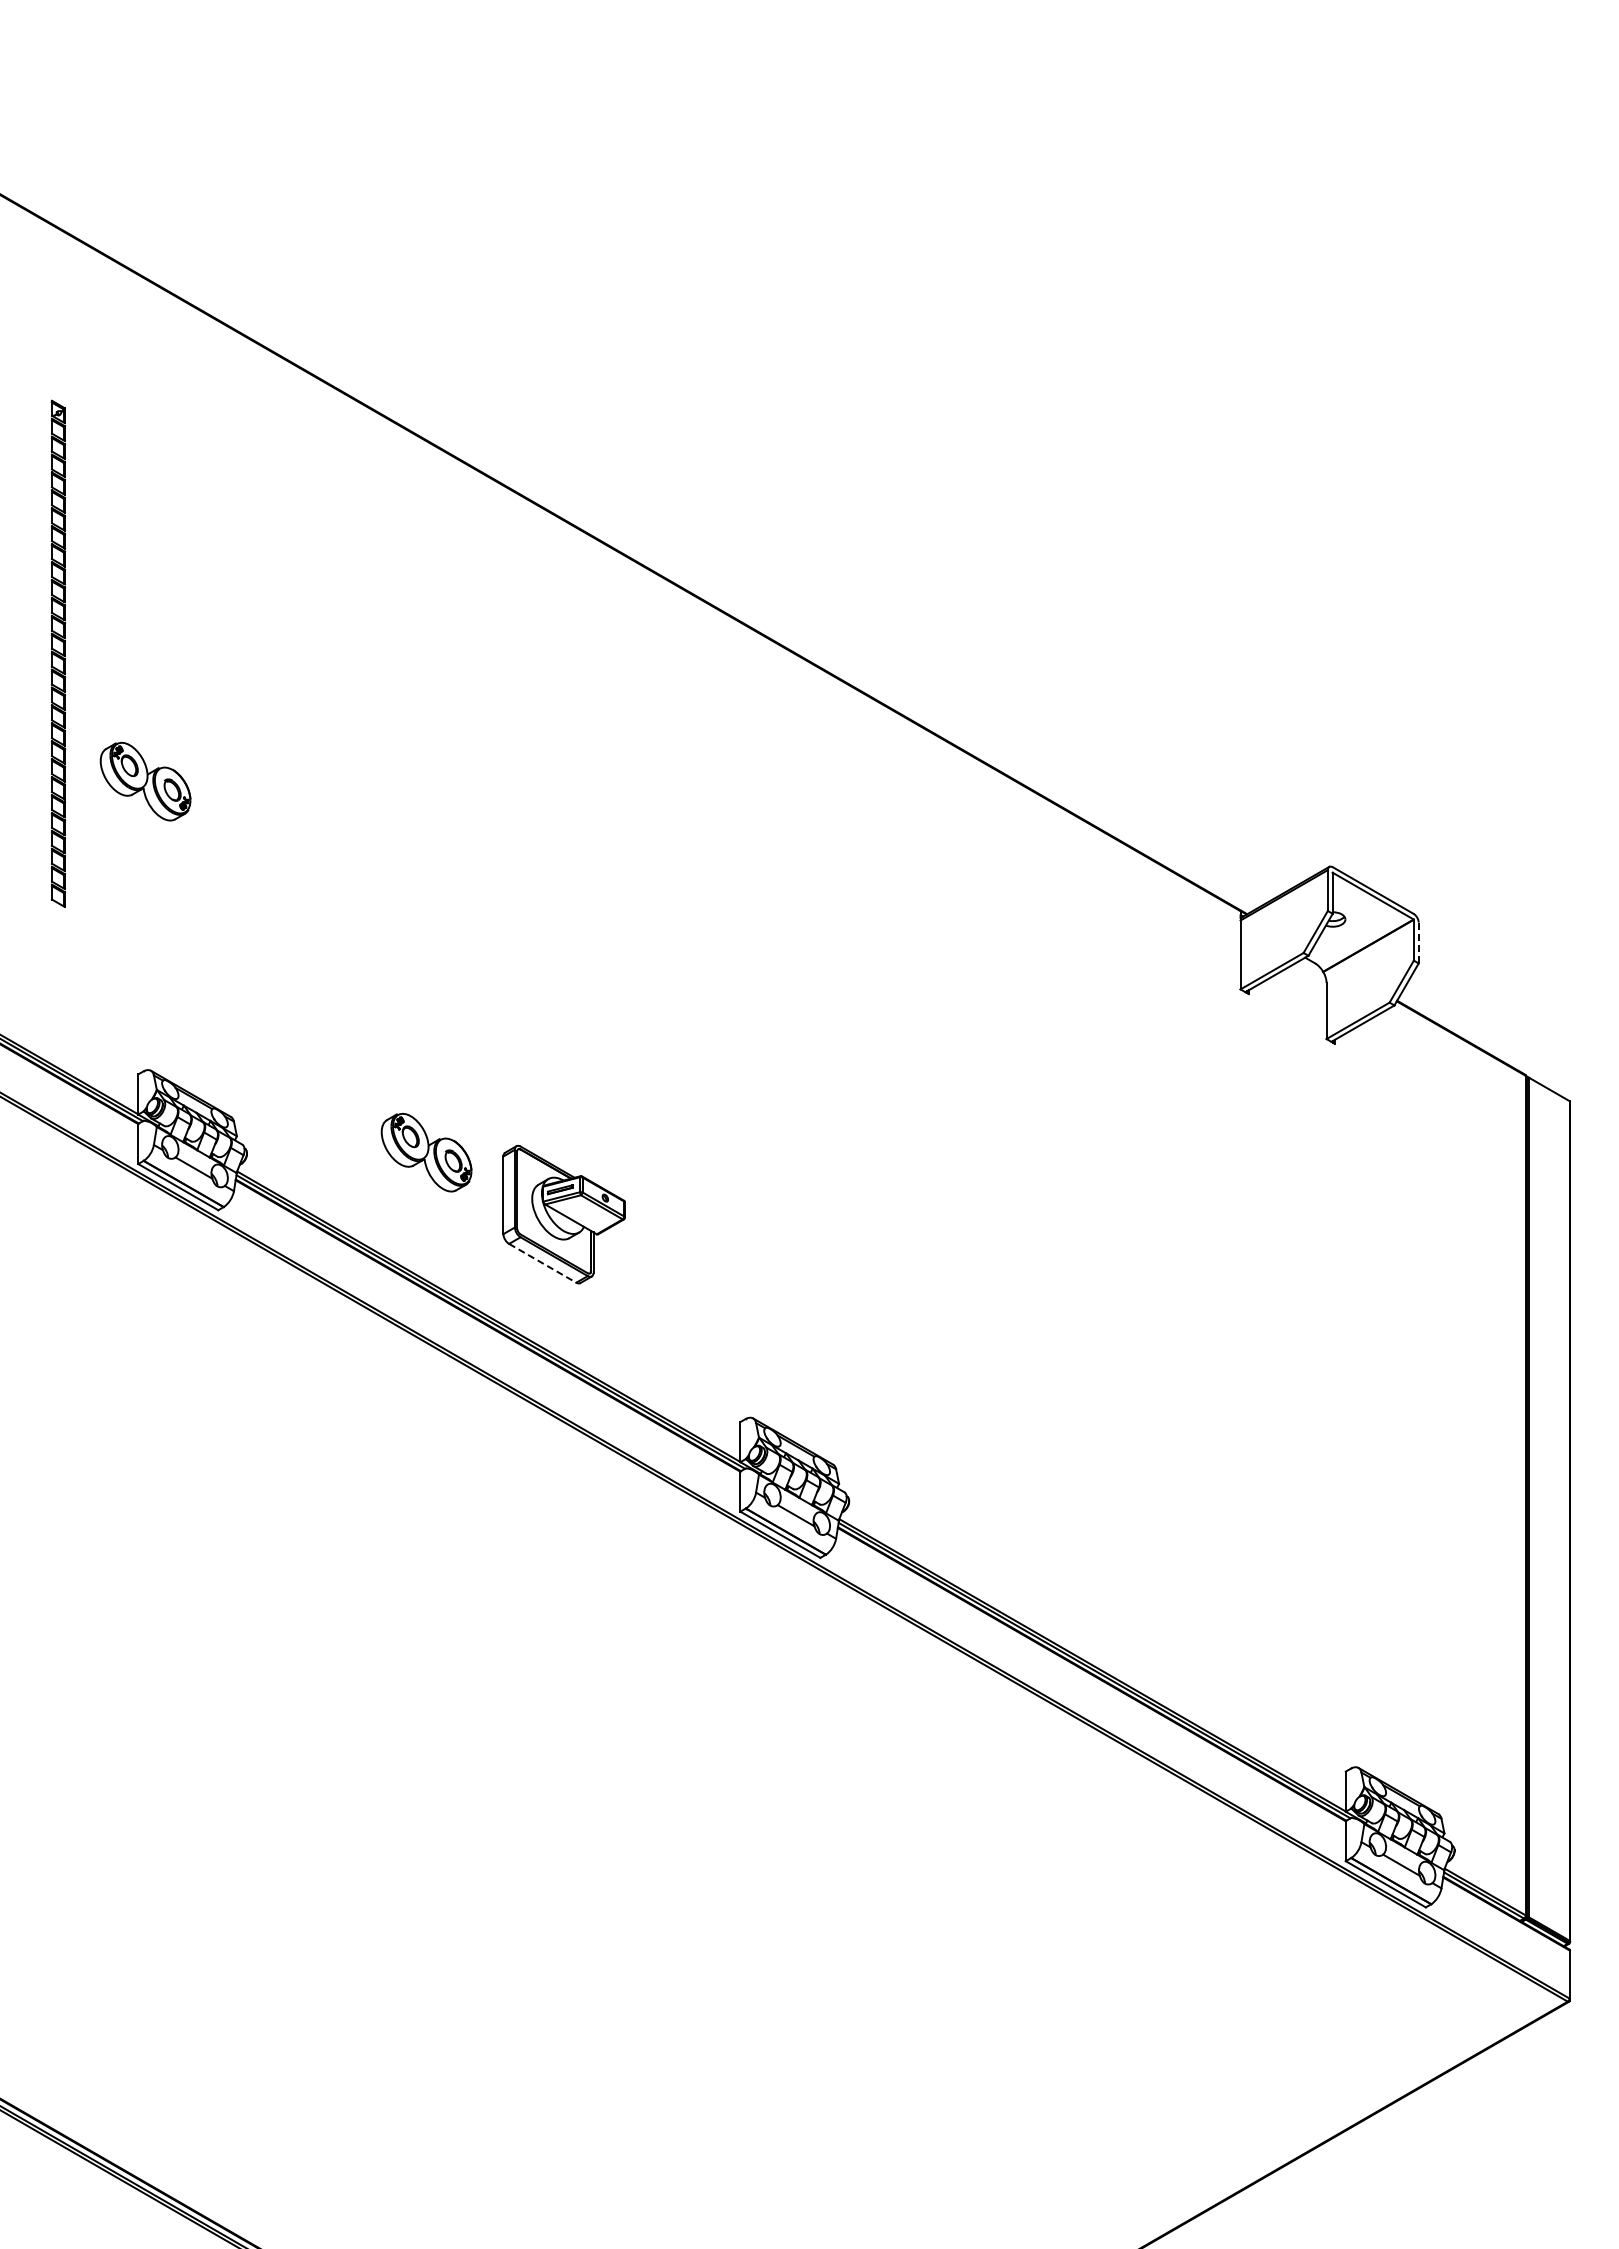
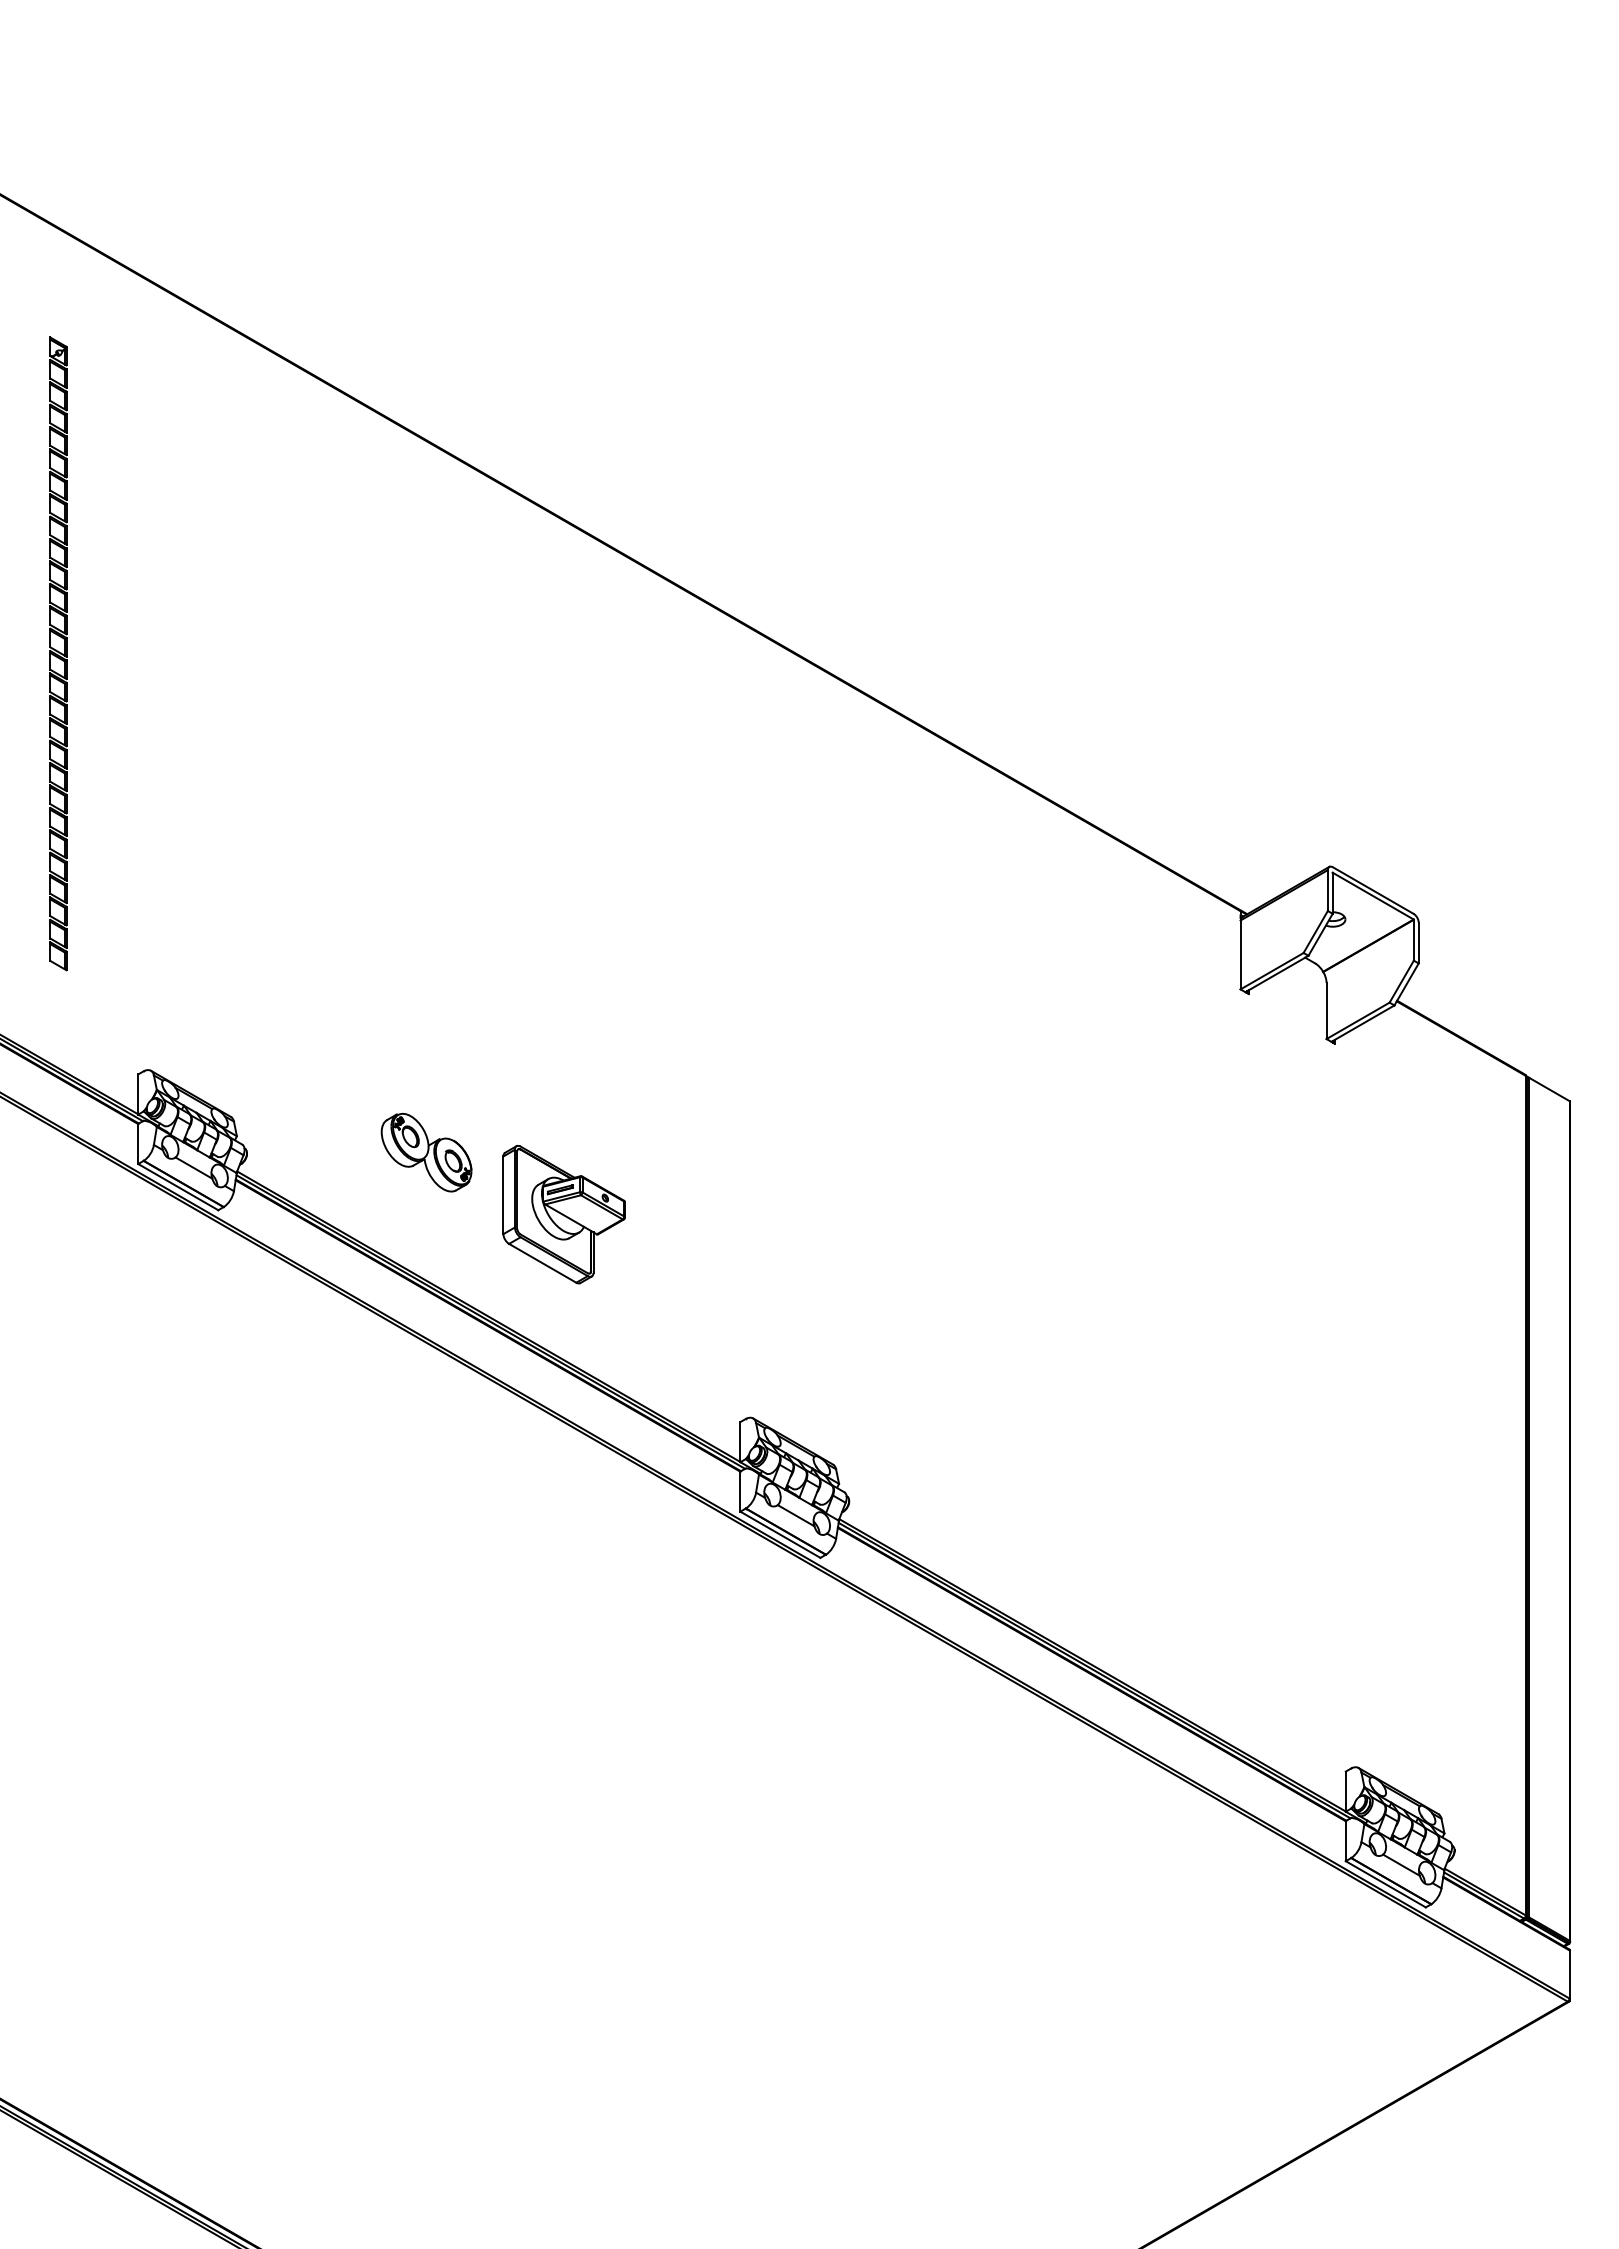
part at (57, 653) size: 16x509 px -> 19x636 px
part at (145, 781): present -> none
line at (1418, 943): dashed -> solid
line at (542, 1263): dashed -> solid
